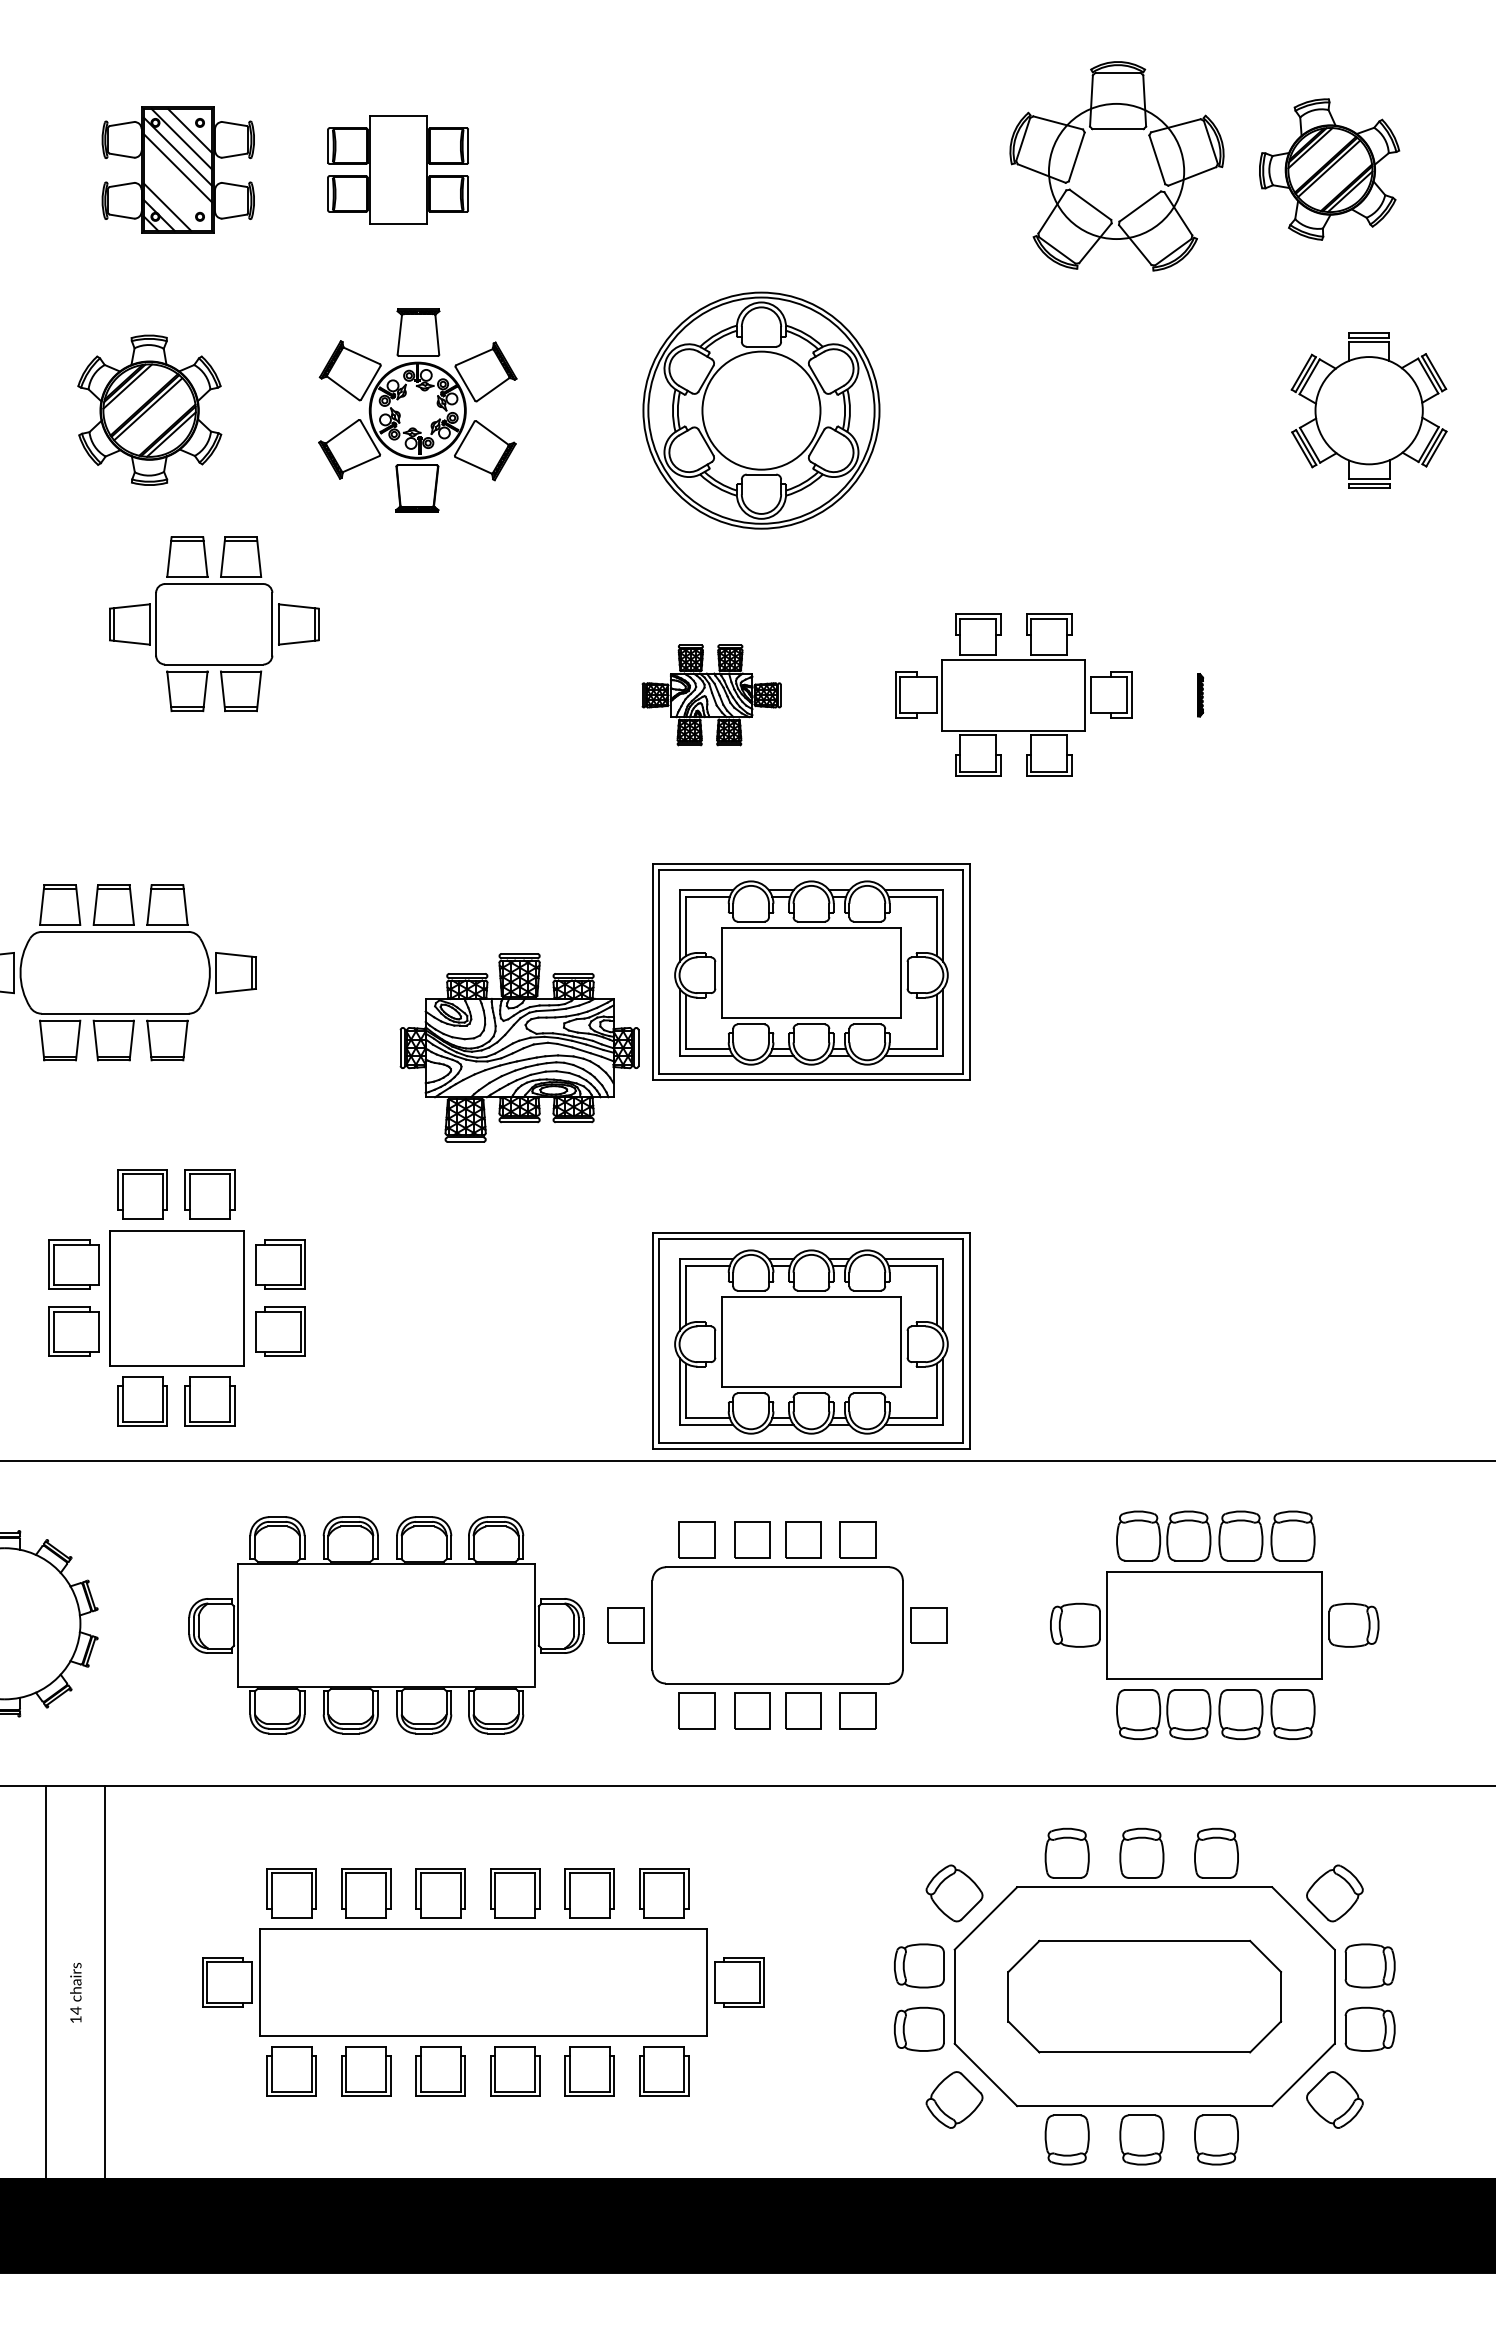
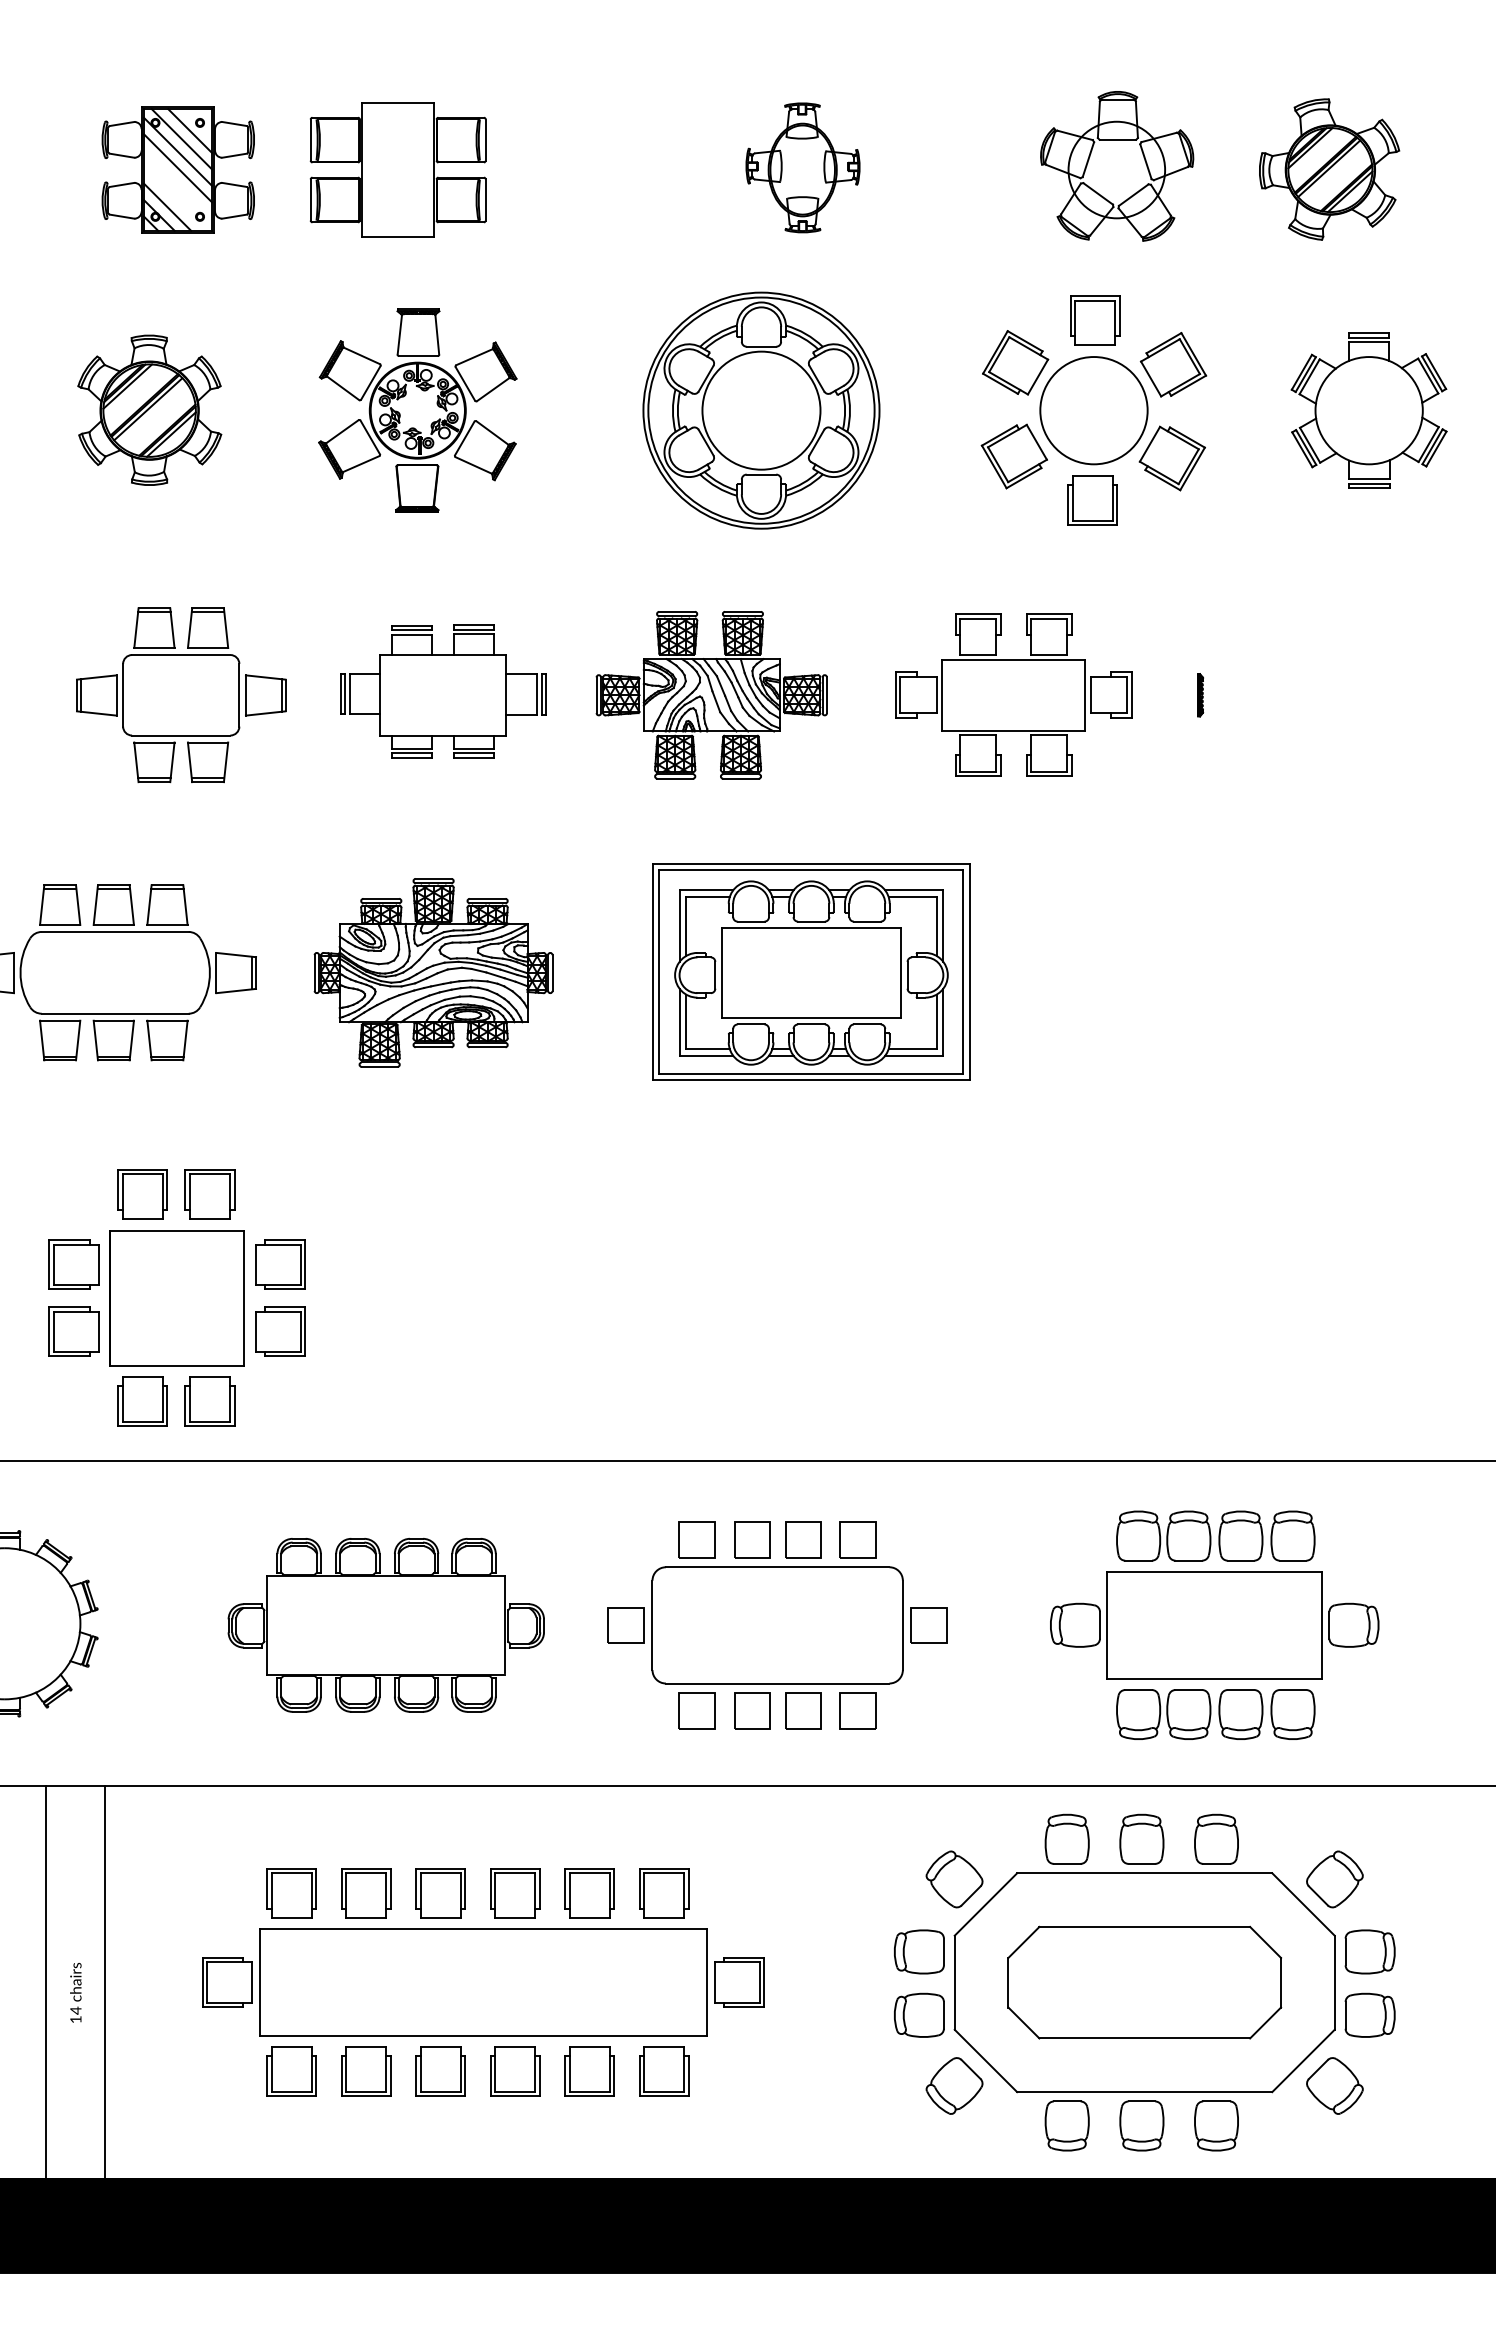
part at (1116, 166) size: 216x211 px -> 155x151 px
part at (802, 167): none -> present
part at (397, 169) size: 142x110 px -> 178x136 px
part at (1093, 410): none -> present
part at (214, 624) position: (214, 624) -> (181, 695)
part at (443, 691): none -> present
part at (711, 695) size: 141x103 px -> 233x169 px
part at (519, 1047) position: (519, 1047) -> (433, 972)
part at (811, 1340): present -> none
part at (386, 1625) size: 397x219 px -> 318x175 px
part at (1144, 1996) position: (1144, 1996) -> (1144, 1982)
